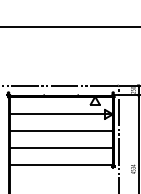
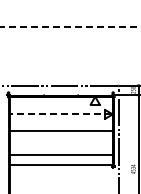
line at (70, 26): solid -> dashed
line at (60, 114): solid -> dashed
line at (60, 148) position: (60, 148) -> (60, 155)
